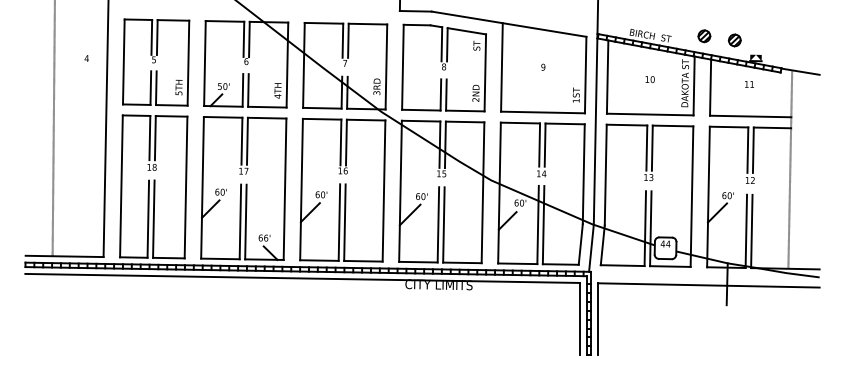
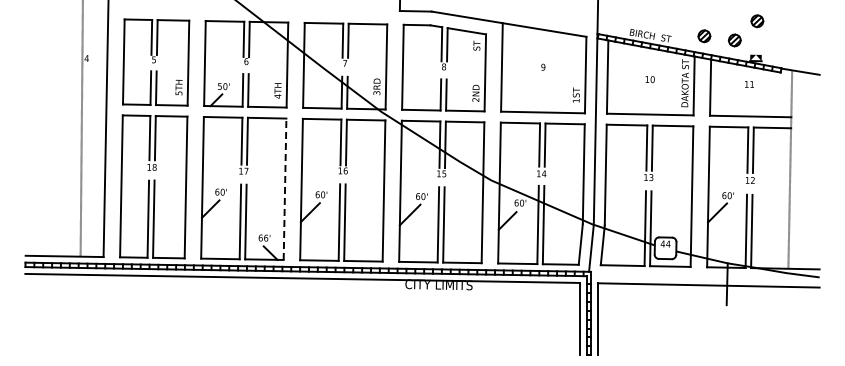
part at (757, 21): none -> present
line at (53, 129) position: (53, 129) -> (81, 129)
line at (285, 189): solid -> dashed
